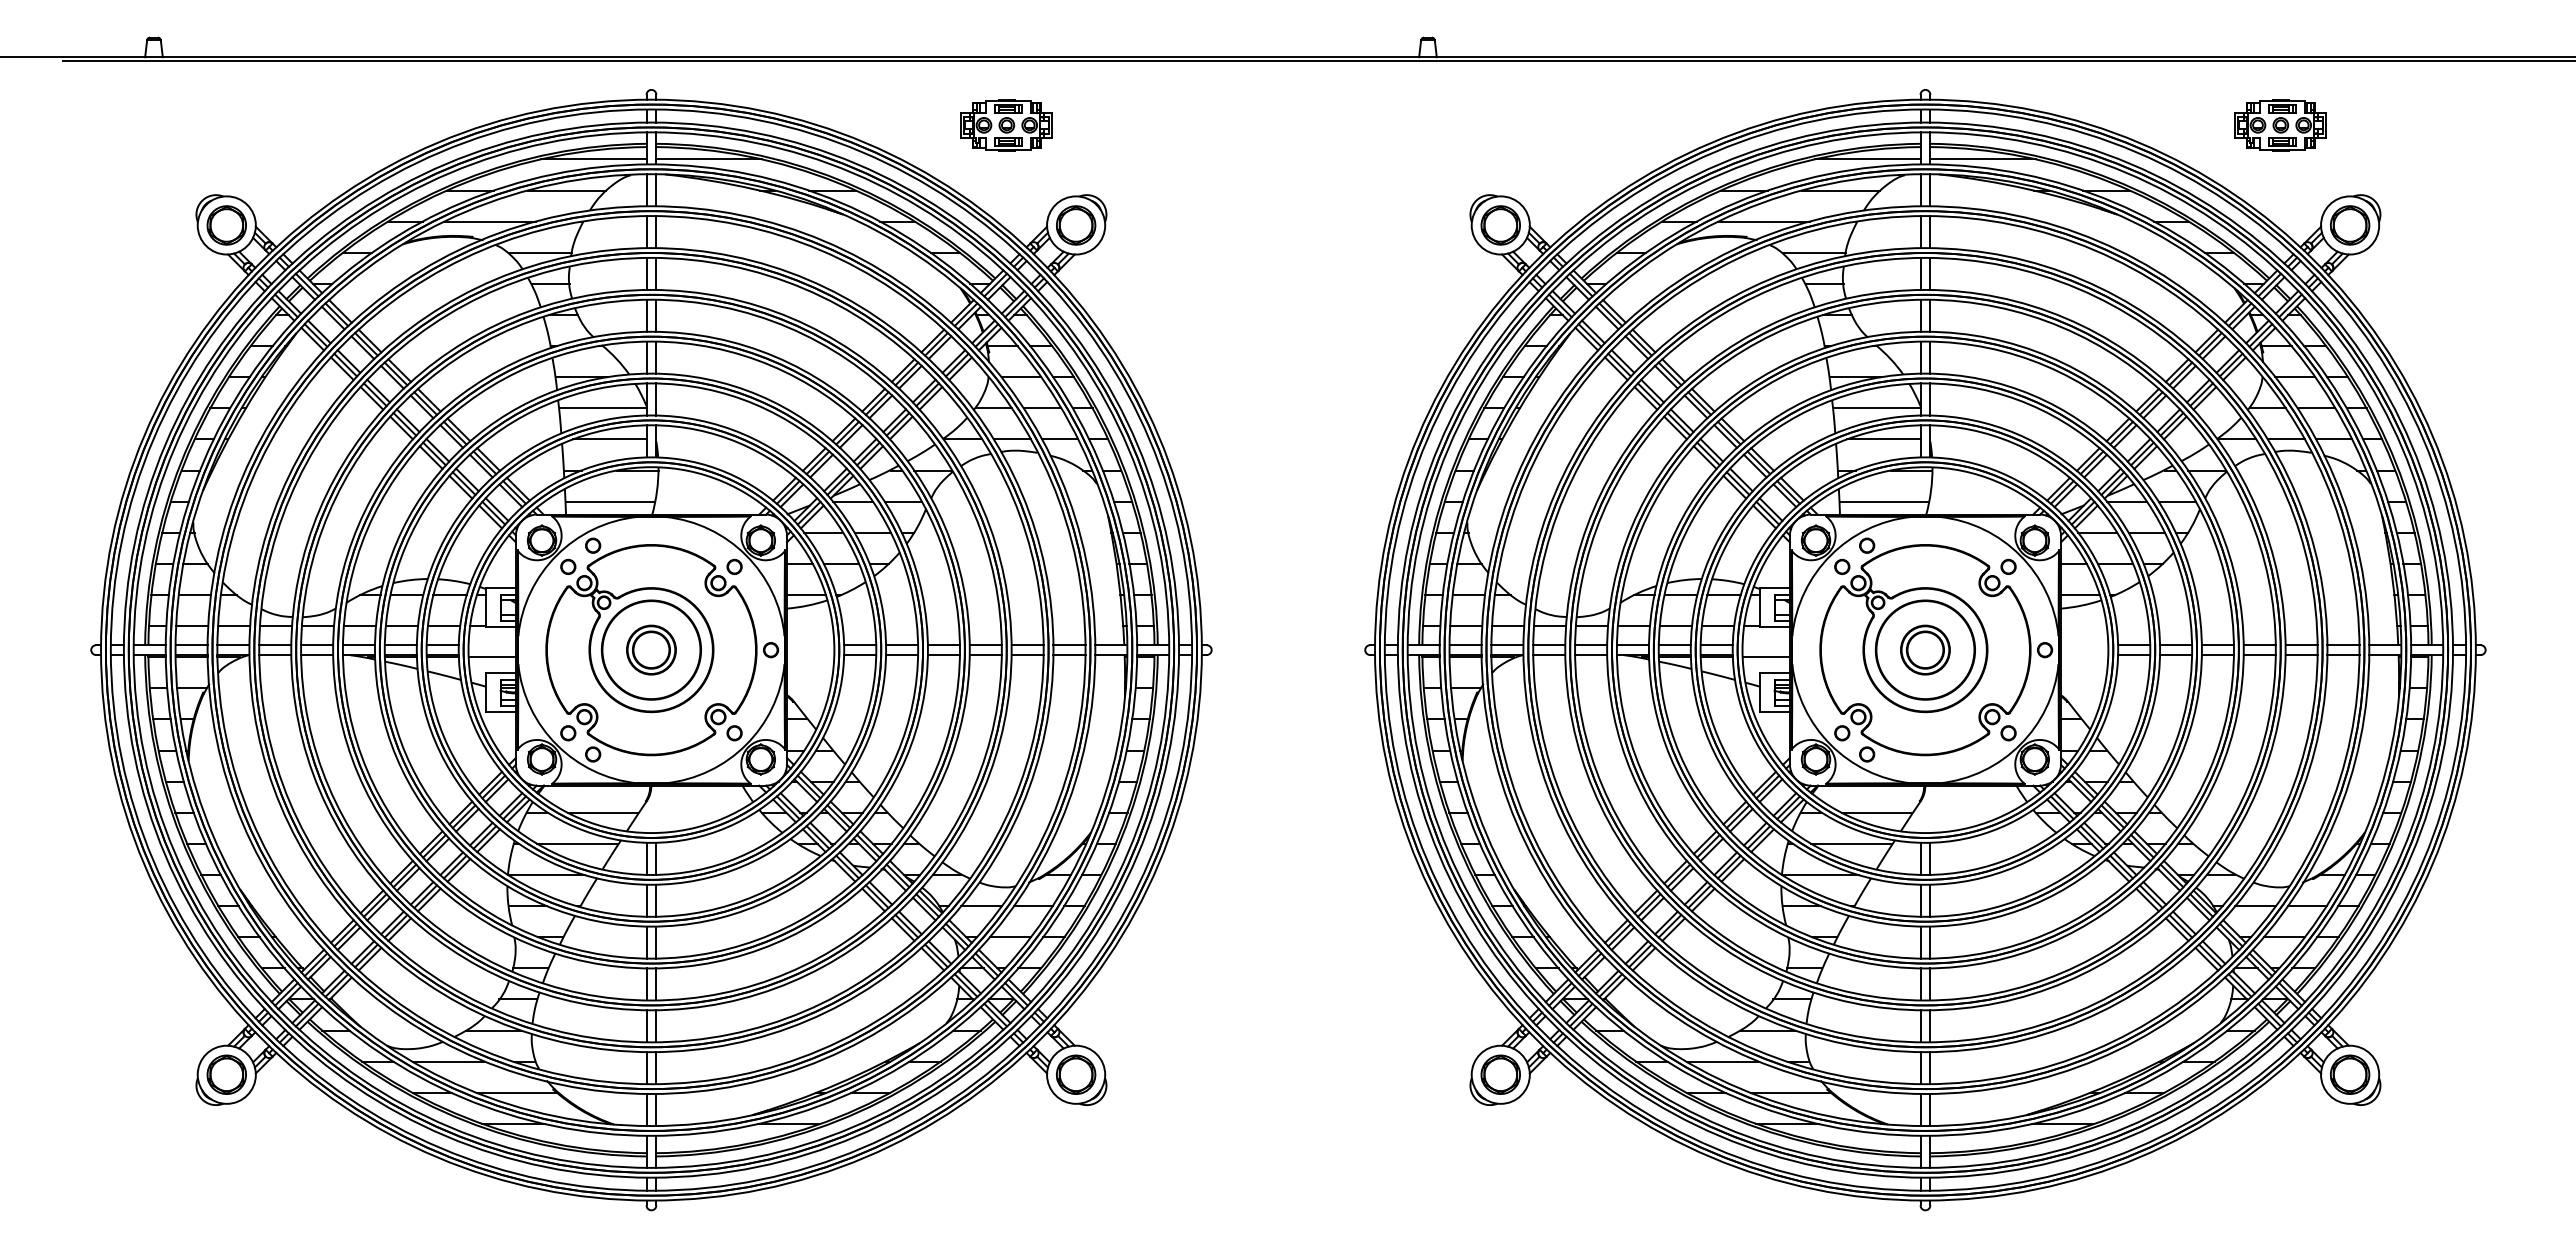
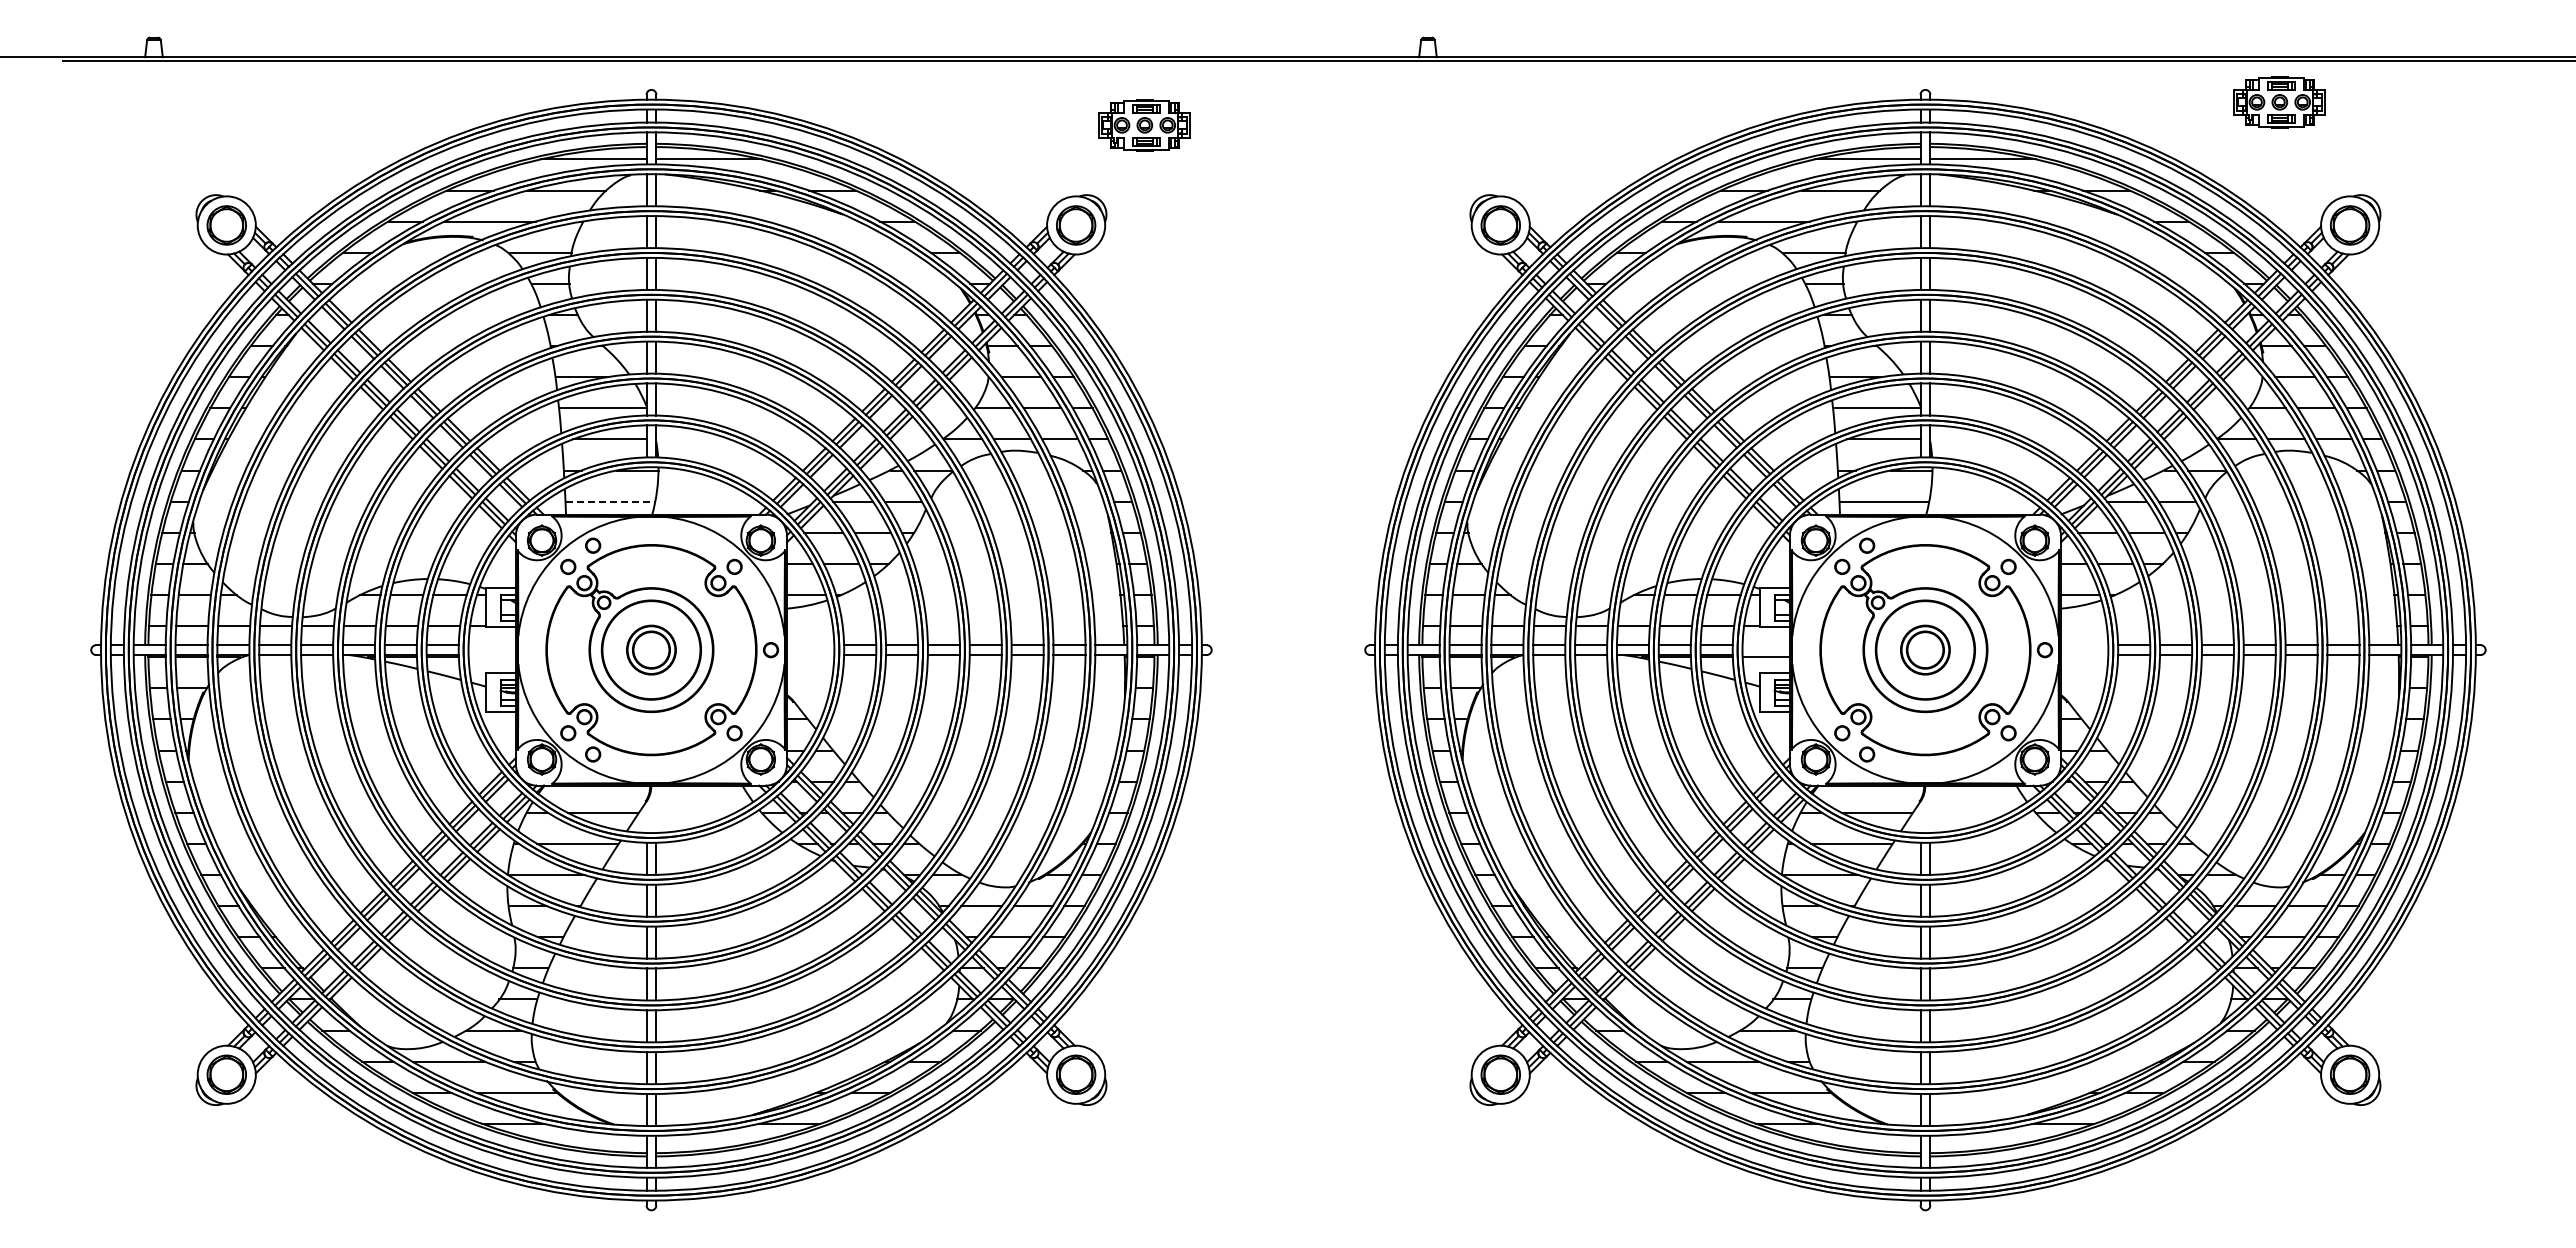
part at (1006, 125) position: (1006, 125) -> (1144, 125)
part at (2280, 125) position: (2280, 125) -> (2279, 102)
line at (610, 501): solid -> dashed
line at (491, 657): present -> none
